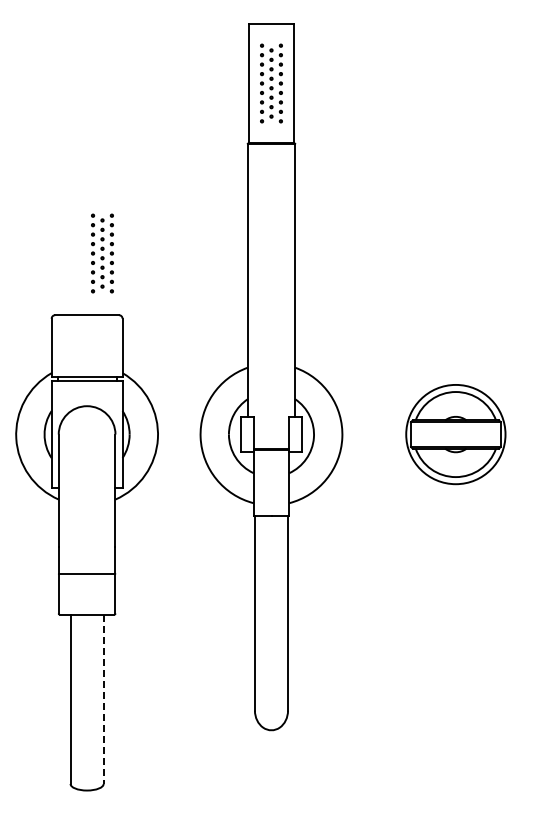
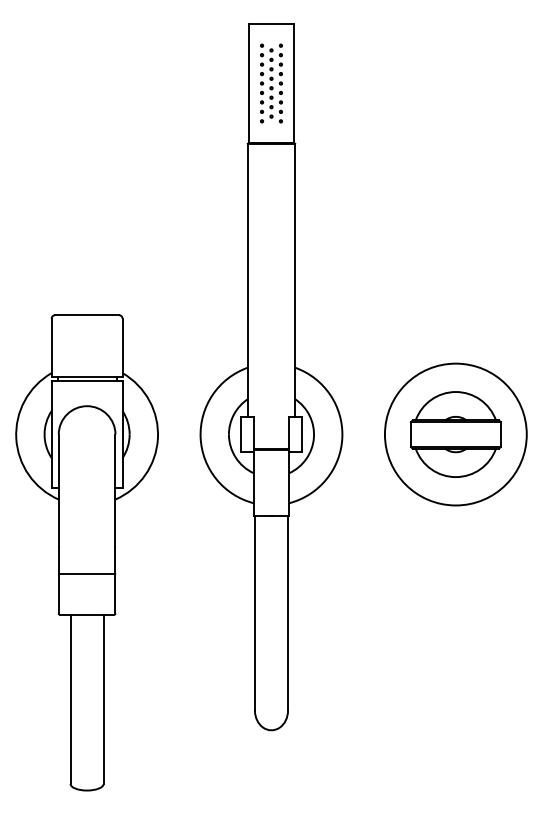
part at (102, 253): present -> none
circle at (455, 434) diameter: 99 px -> 142 px
line at (103, 699): dashed -> solid
